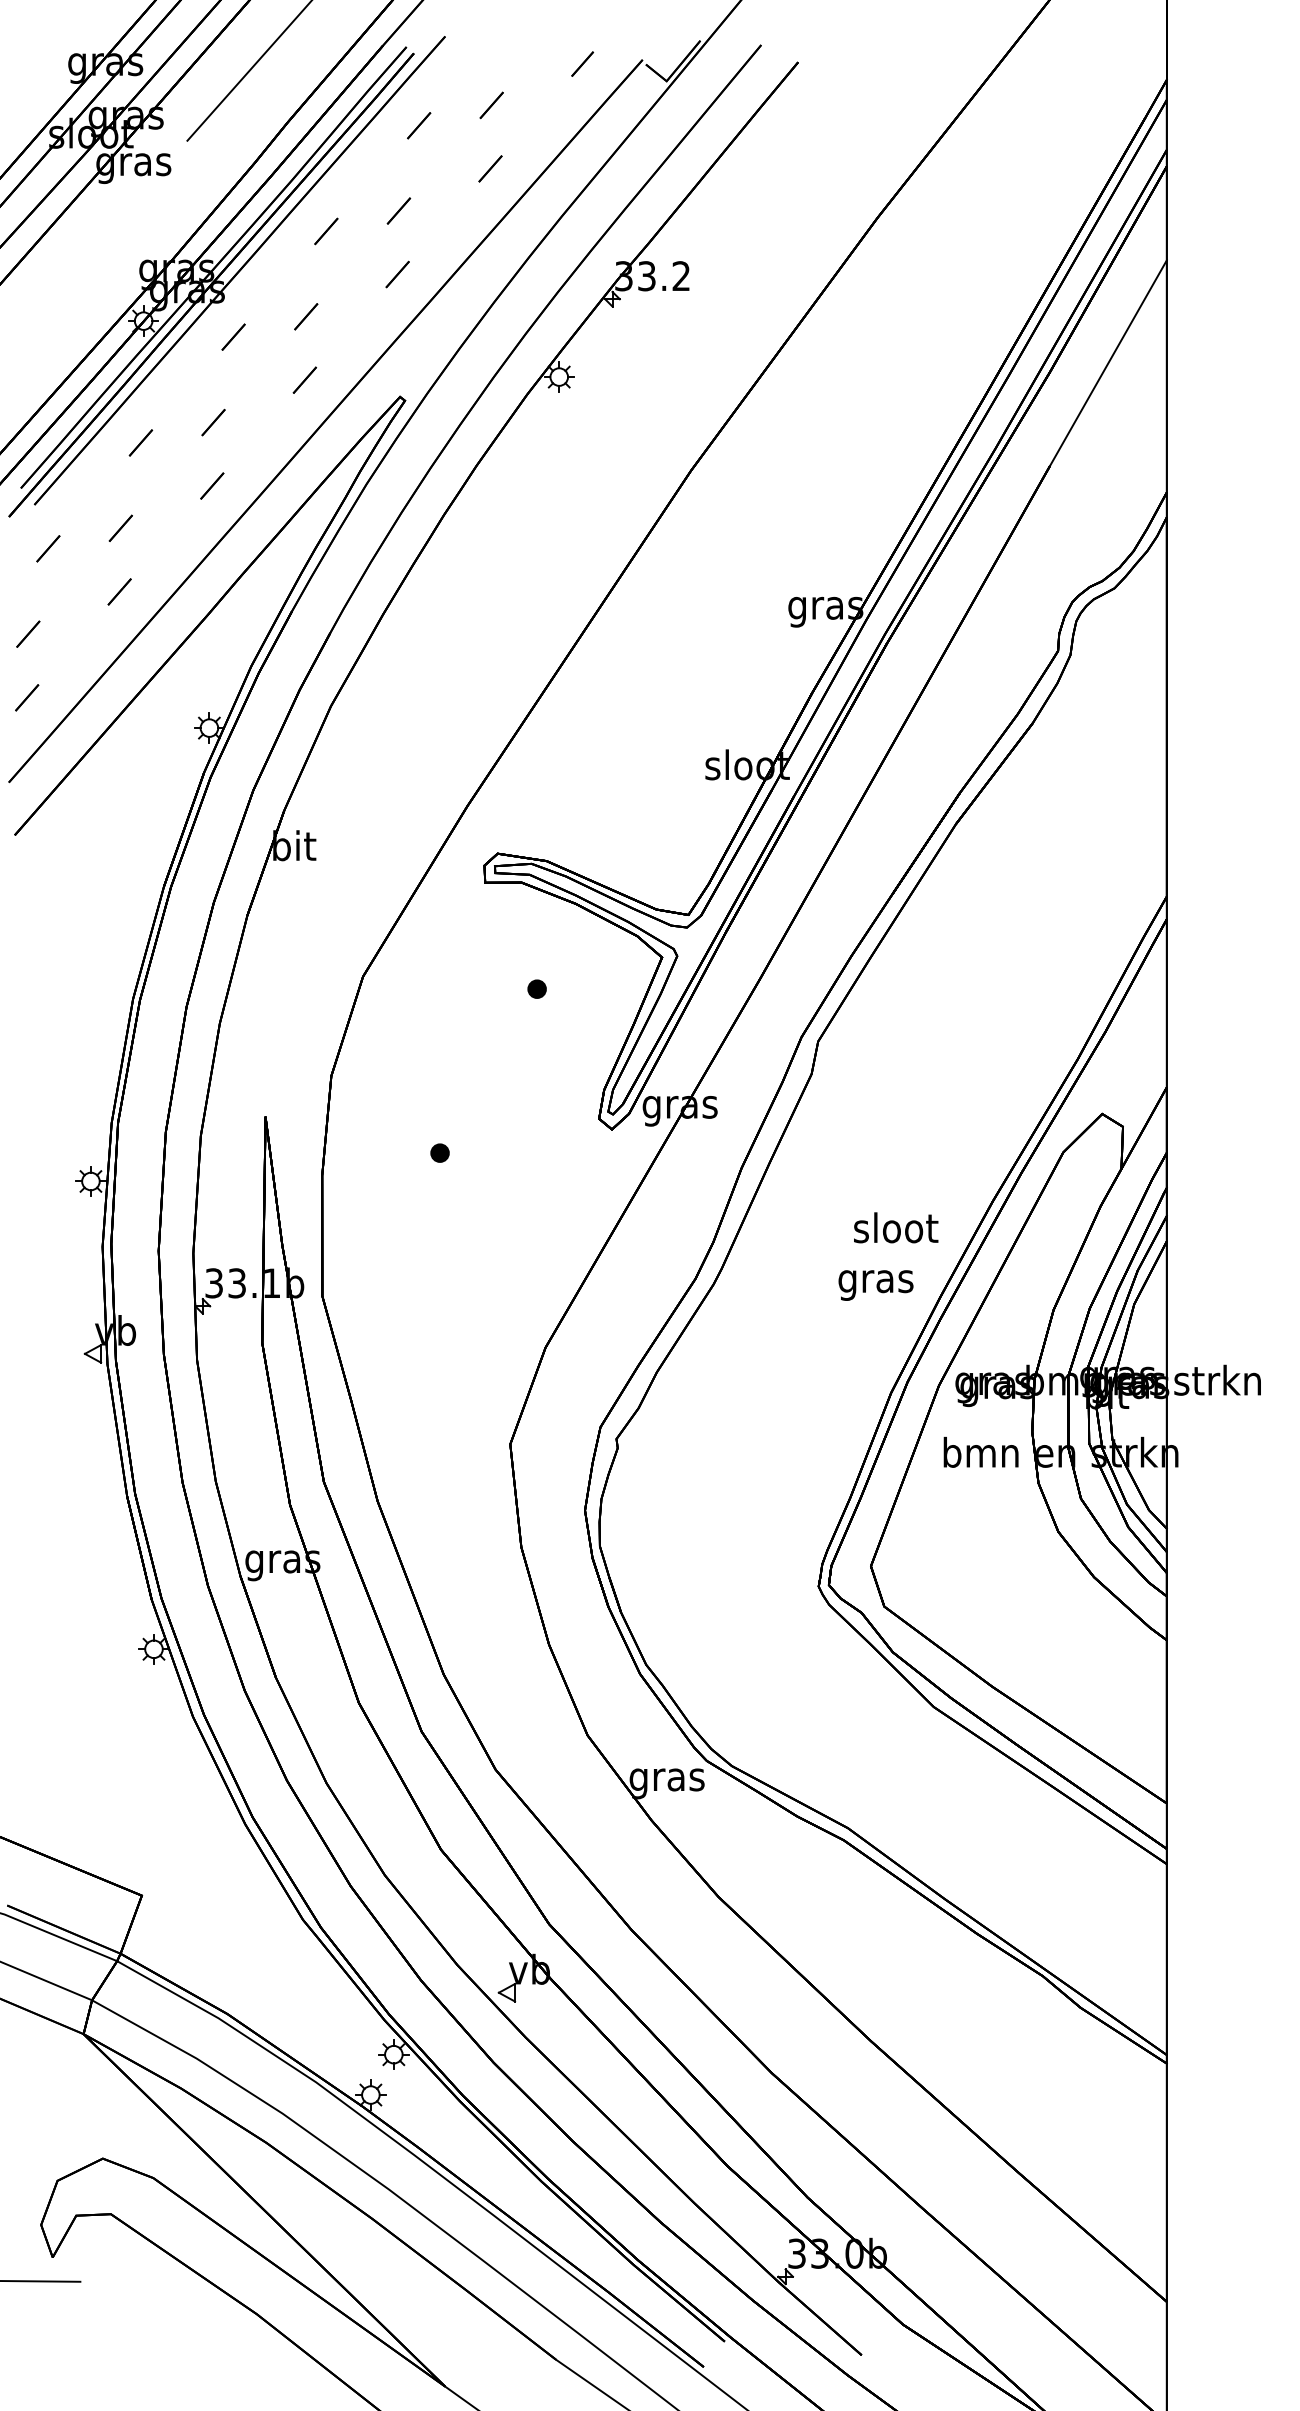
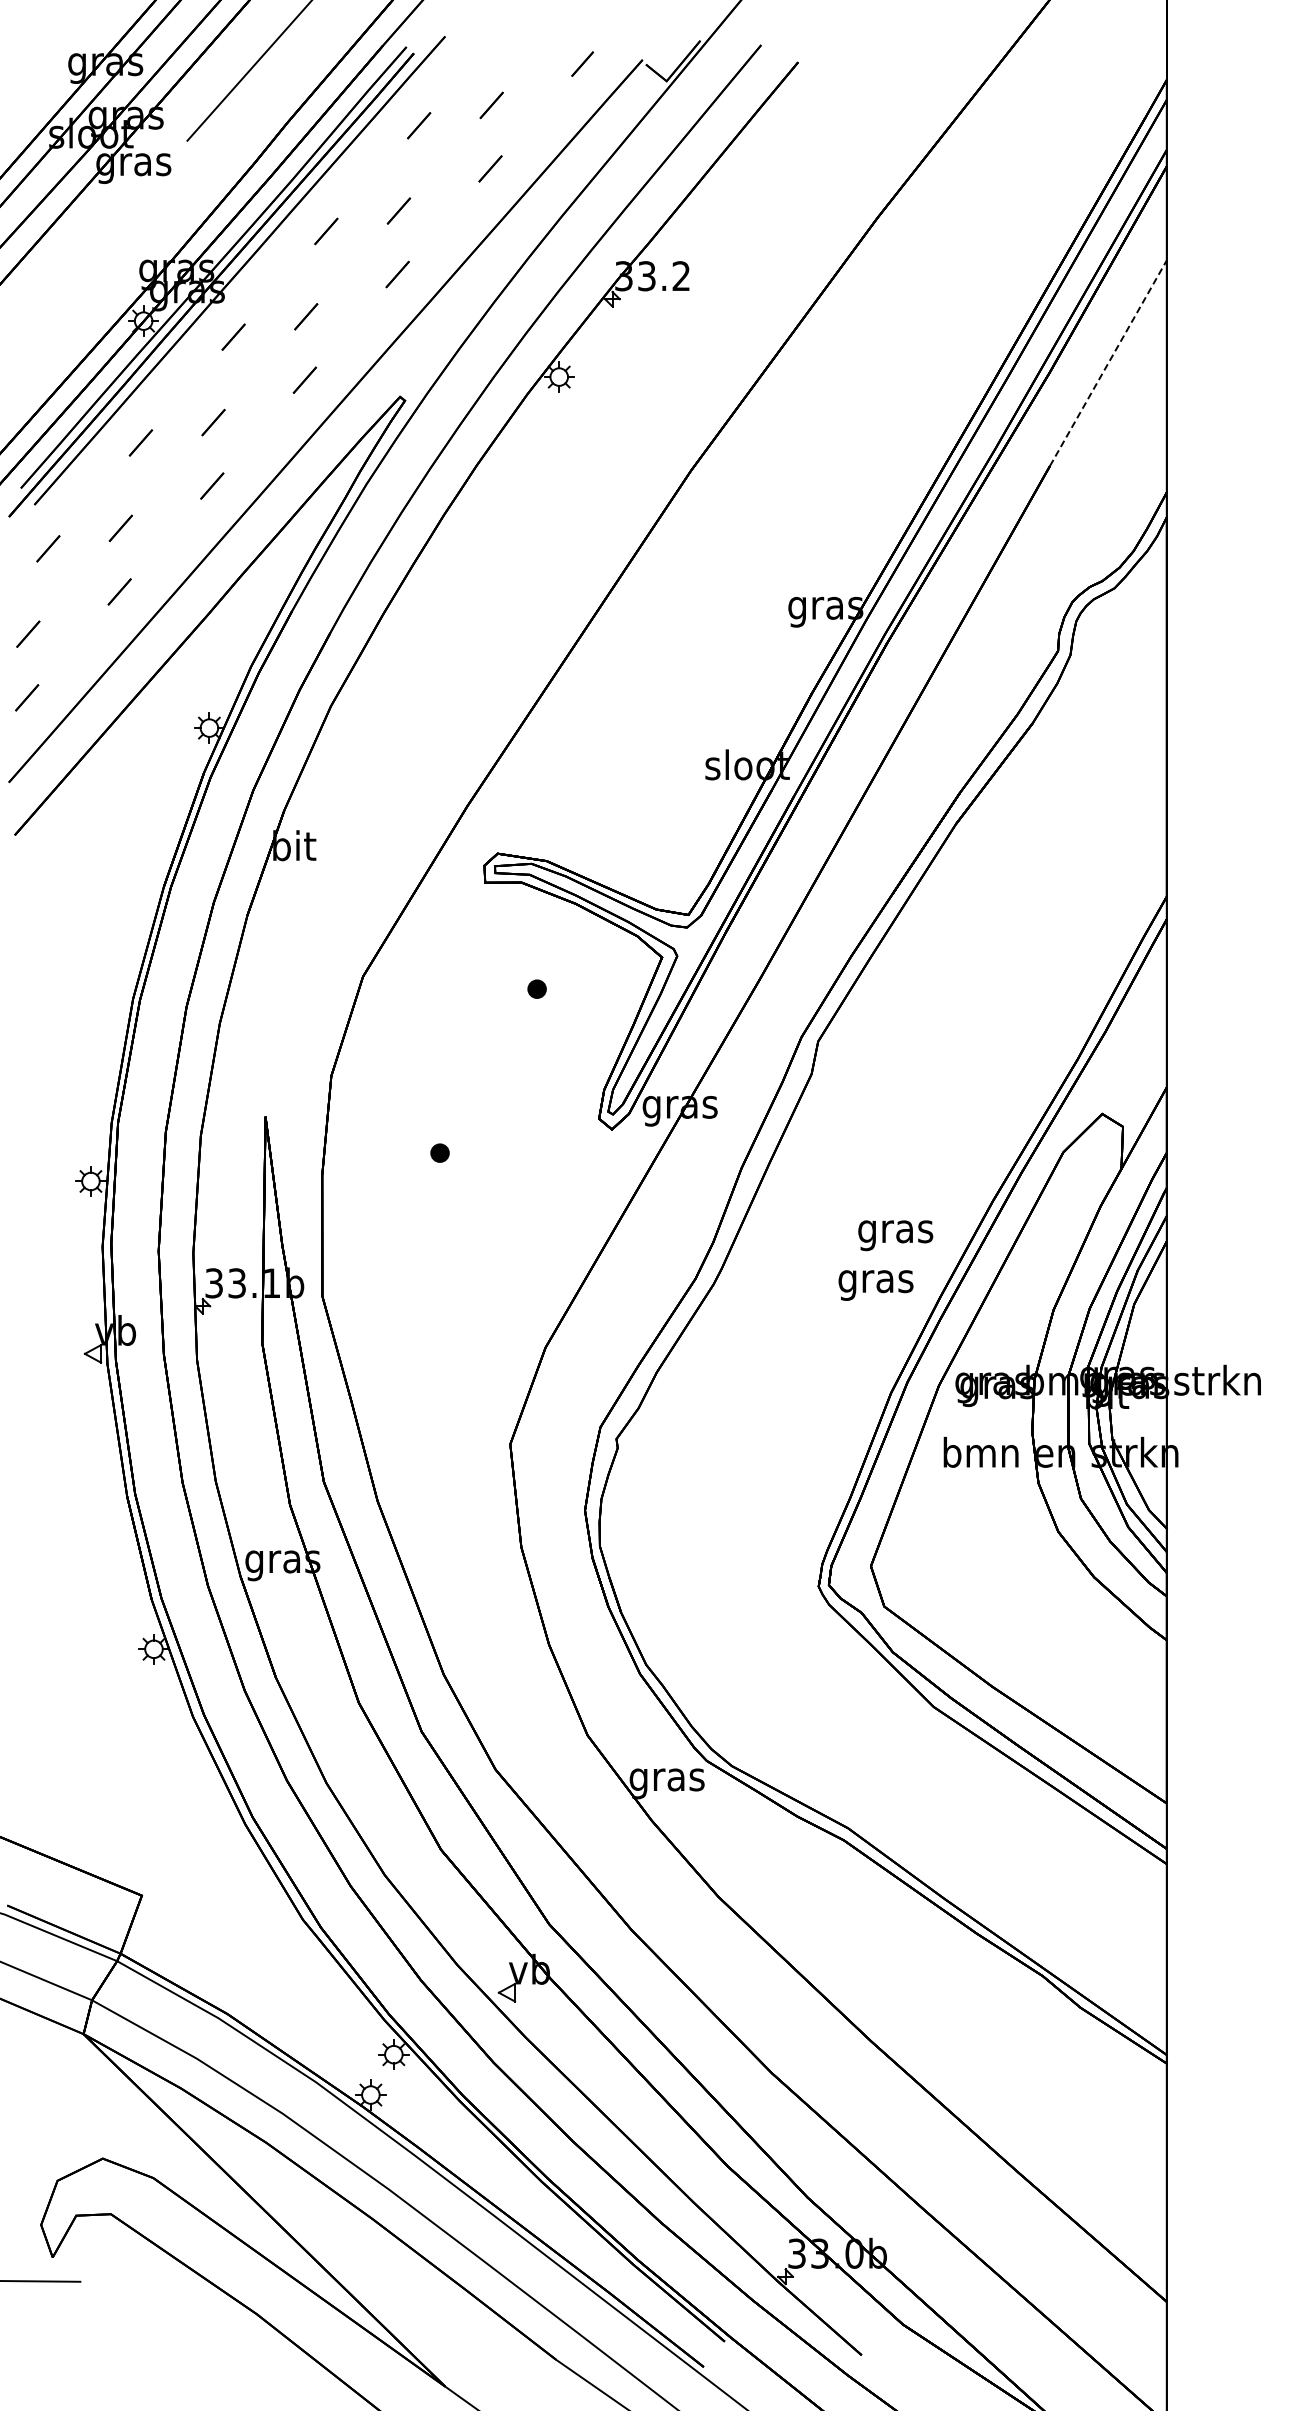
line at (1108, 362): solid -> dashed
text at (896, 1231): sloot -> gras
